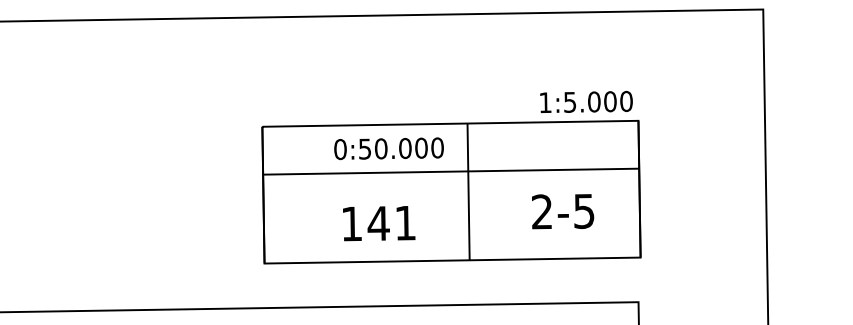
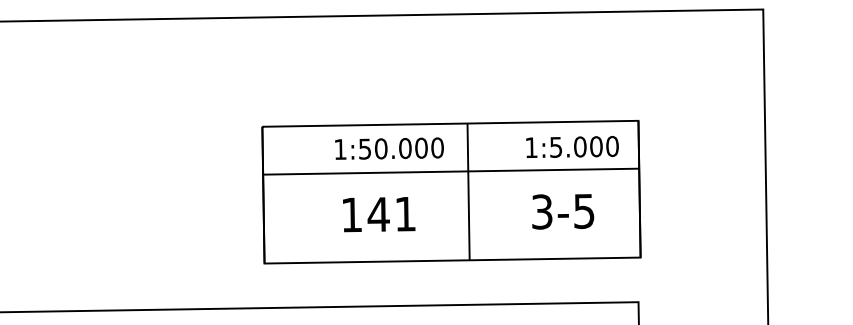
text at (586, 101) position: (586, 101) -> (572, 146)
text at (340, 149): 0:50.000 -> 1:50.000
text at (542, 211): 2-5 -> 3-5
text at (379, 223) position: (379, 223) -> (379, 214)
